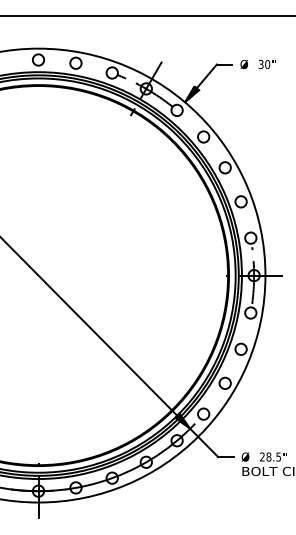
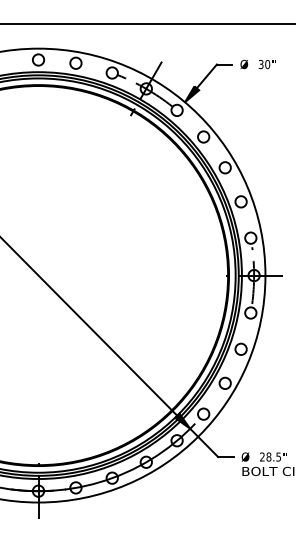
line at (147, 16) position: (147, 16) -> (147, 24)
